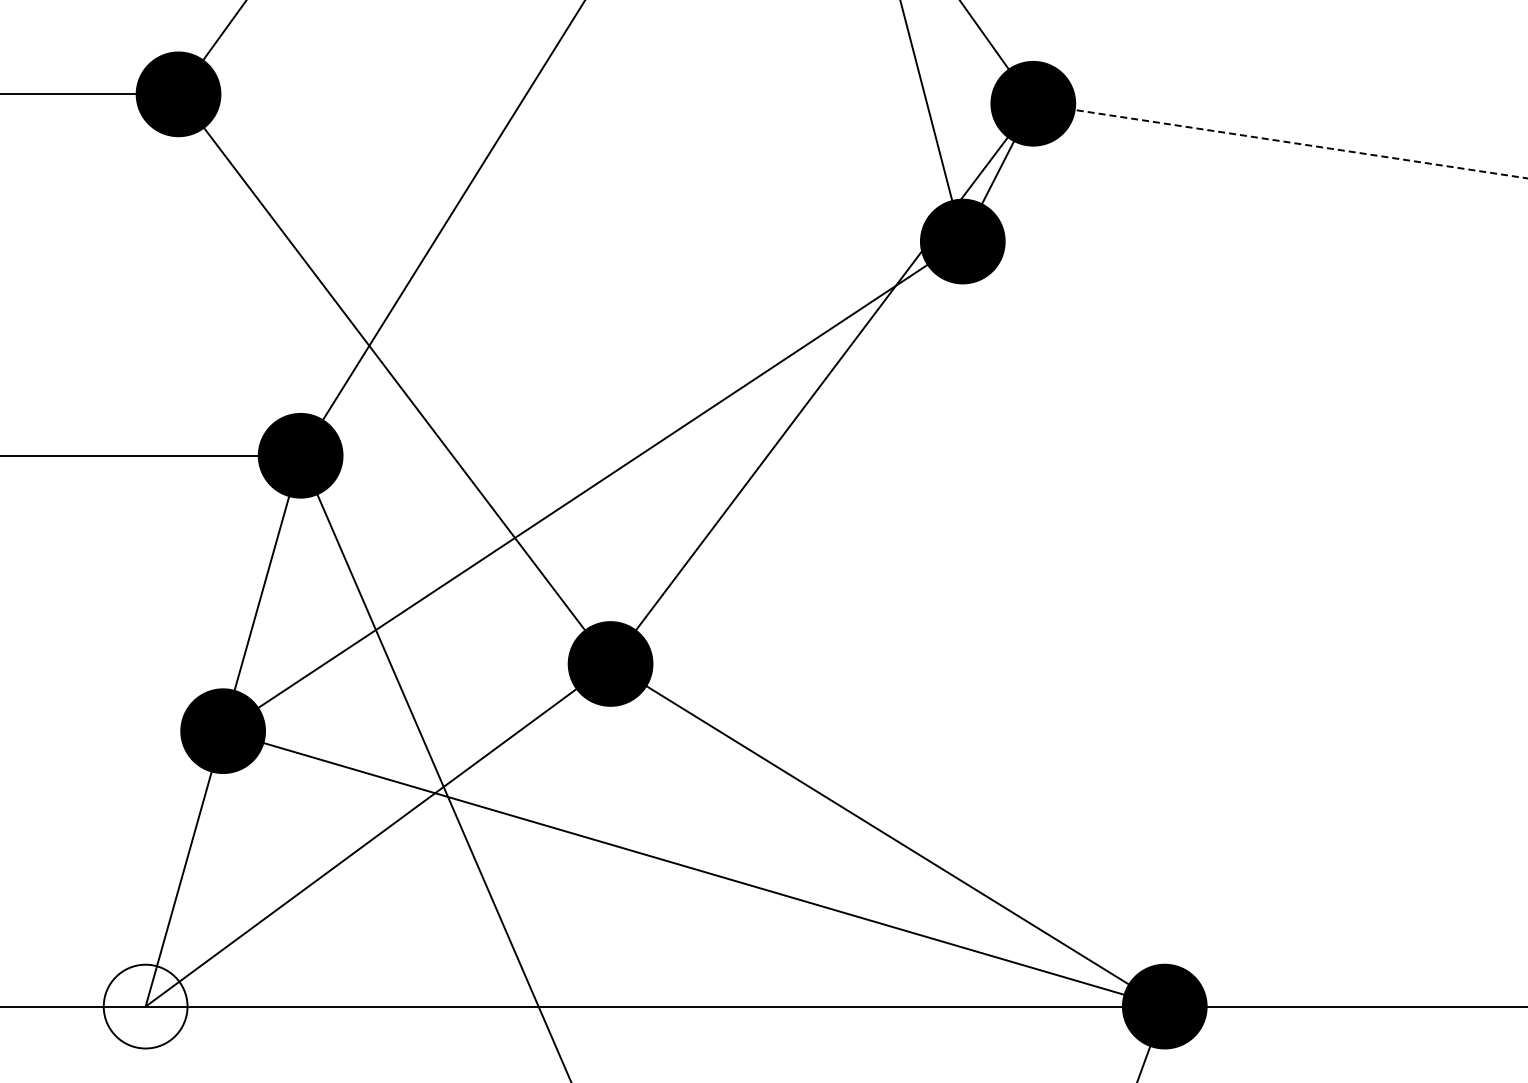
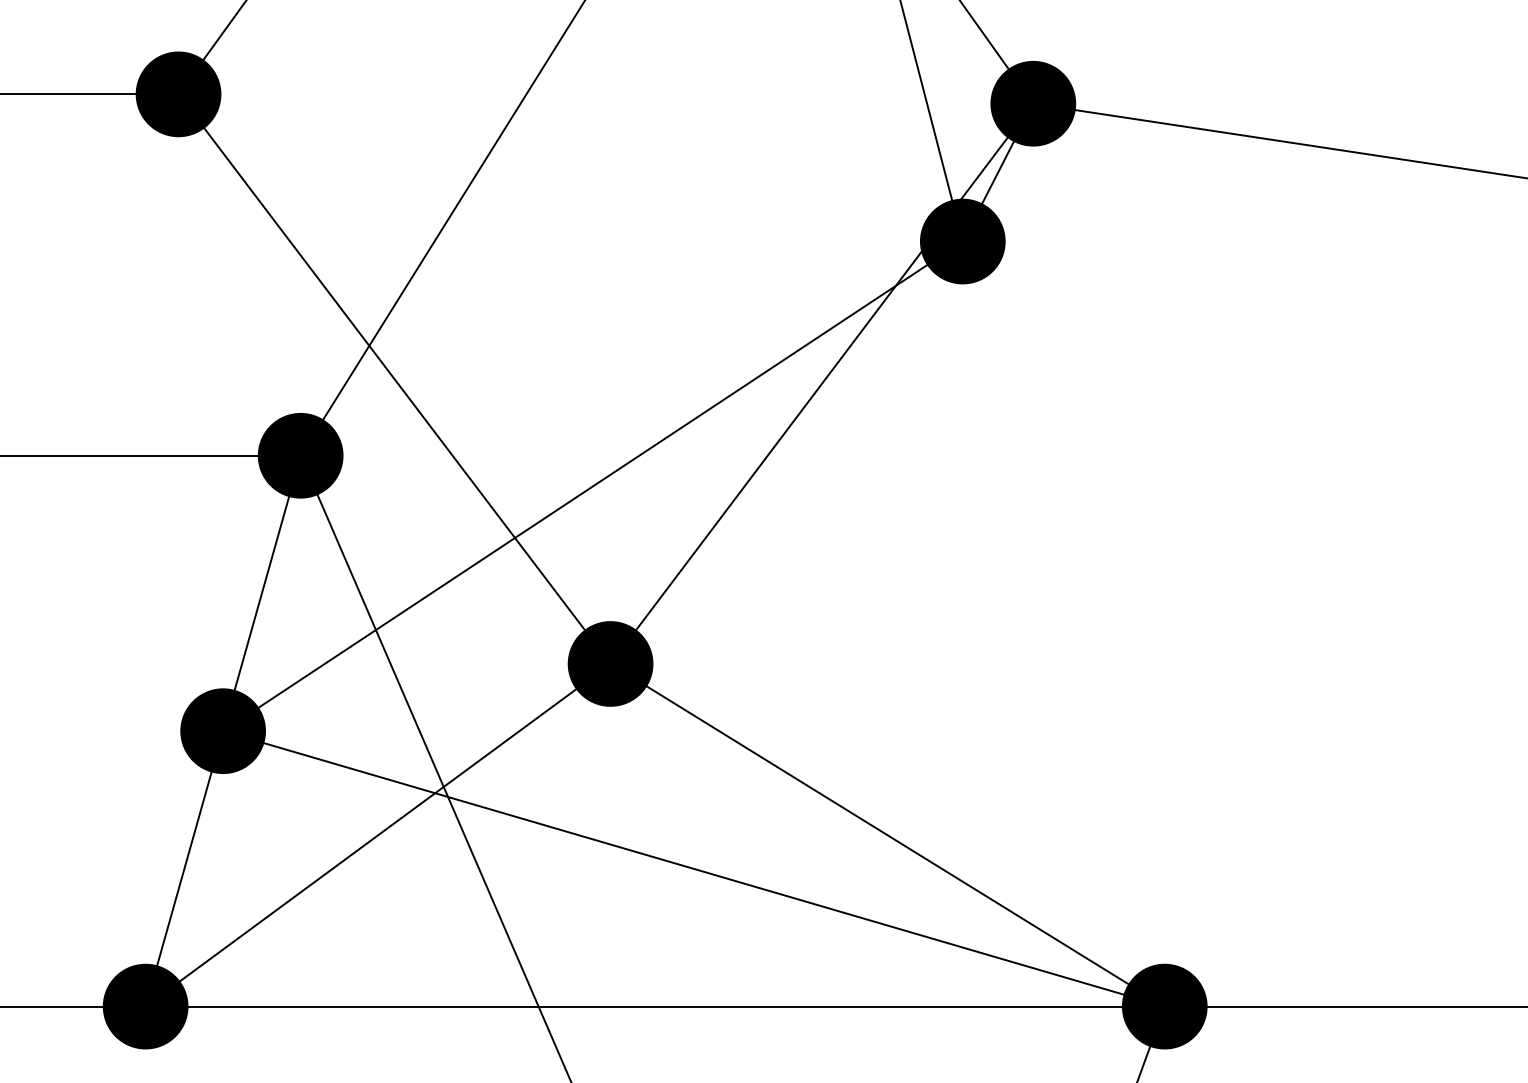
line at (1280, 141): dashed -> solid
fill at (145, 1006): none -> present
